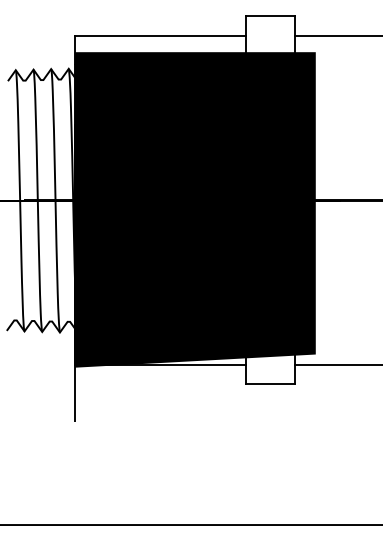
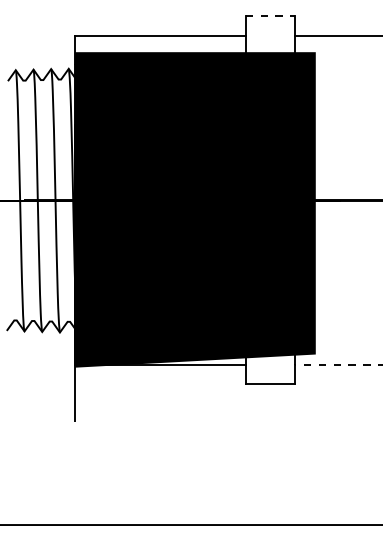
line at (270, 16): solid -> dashed
line at (338, 365): solid -> dashed
